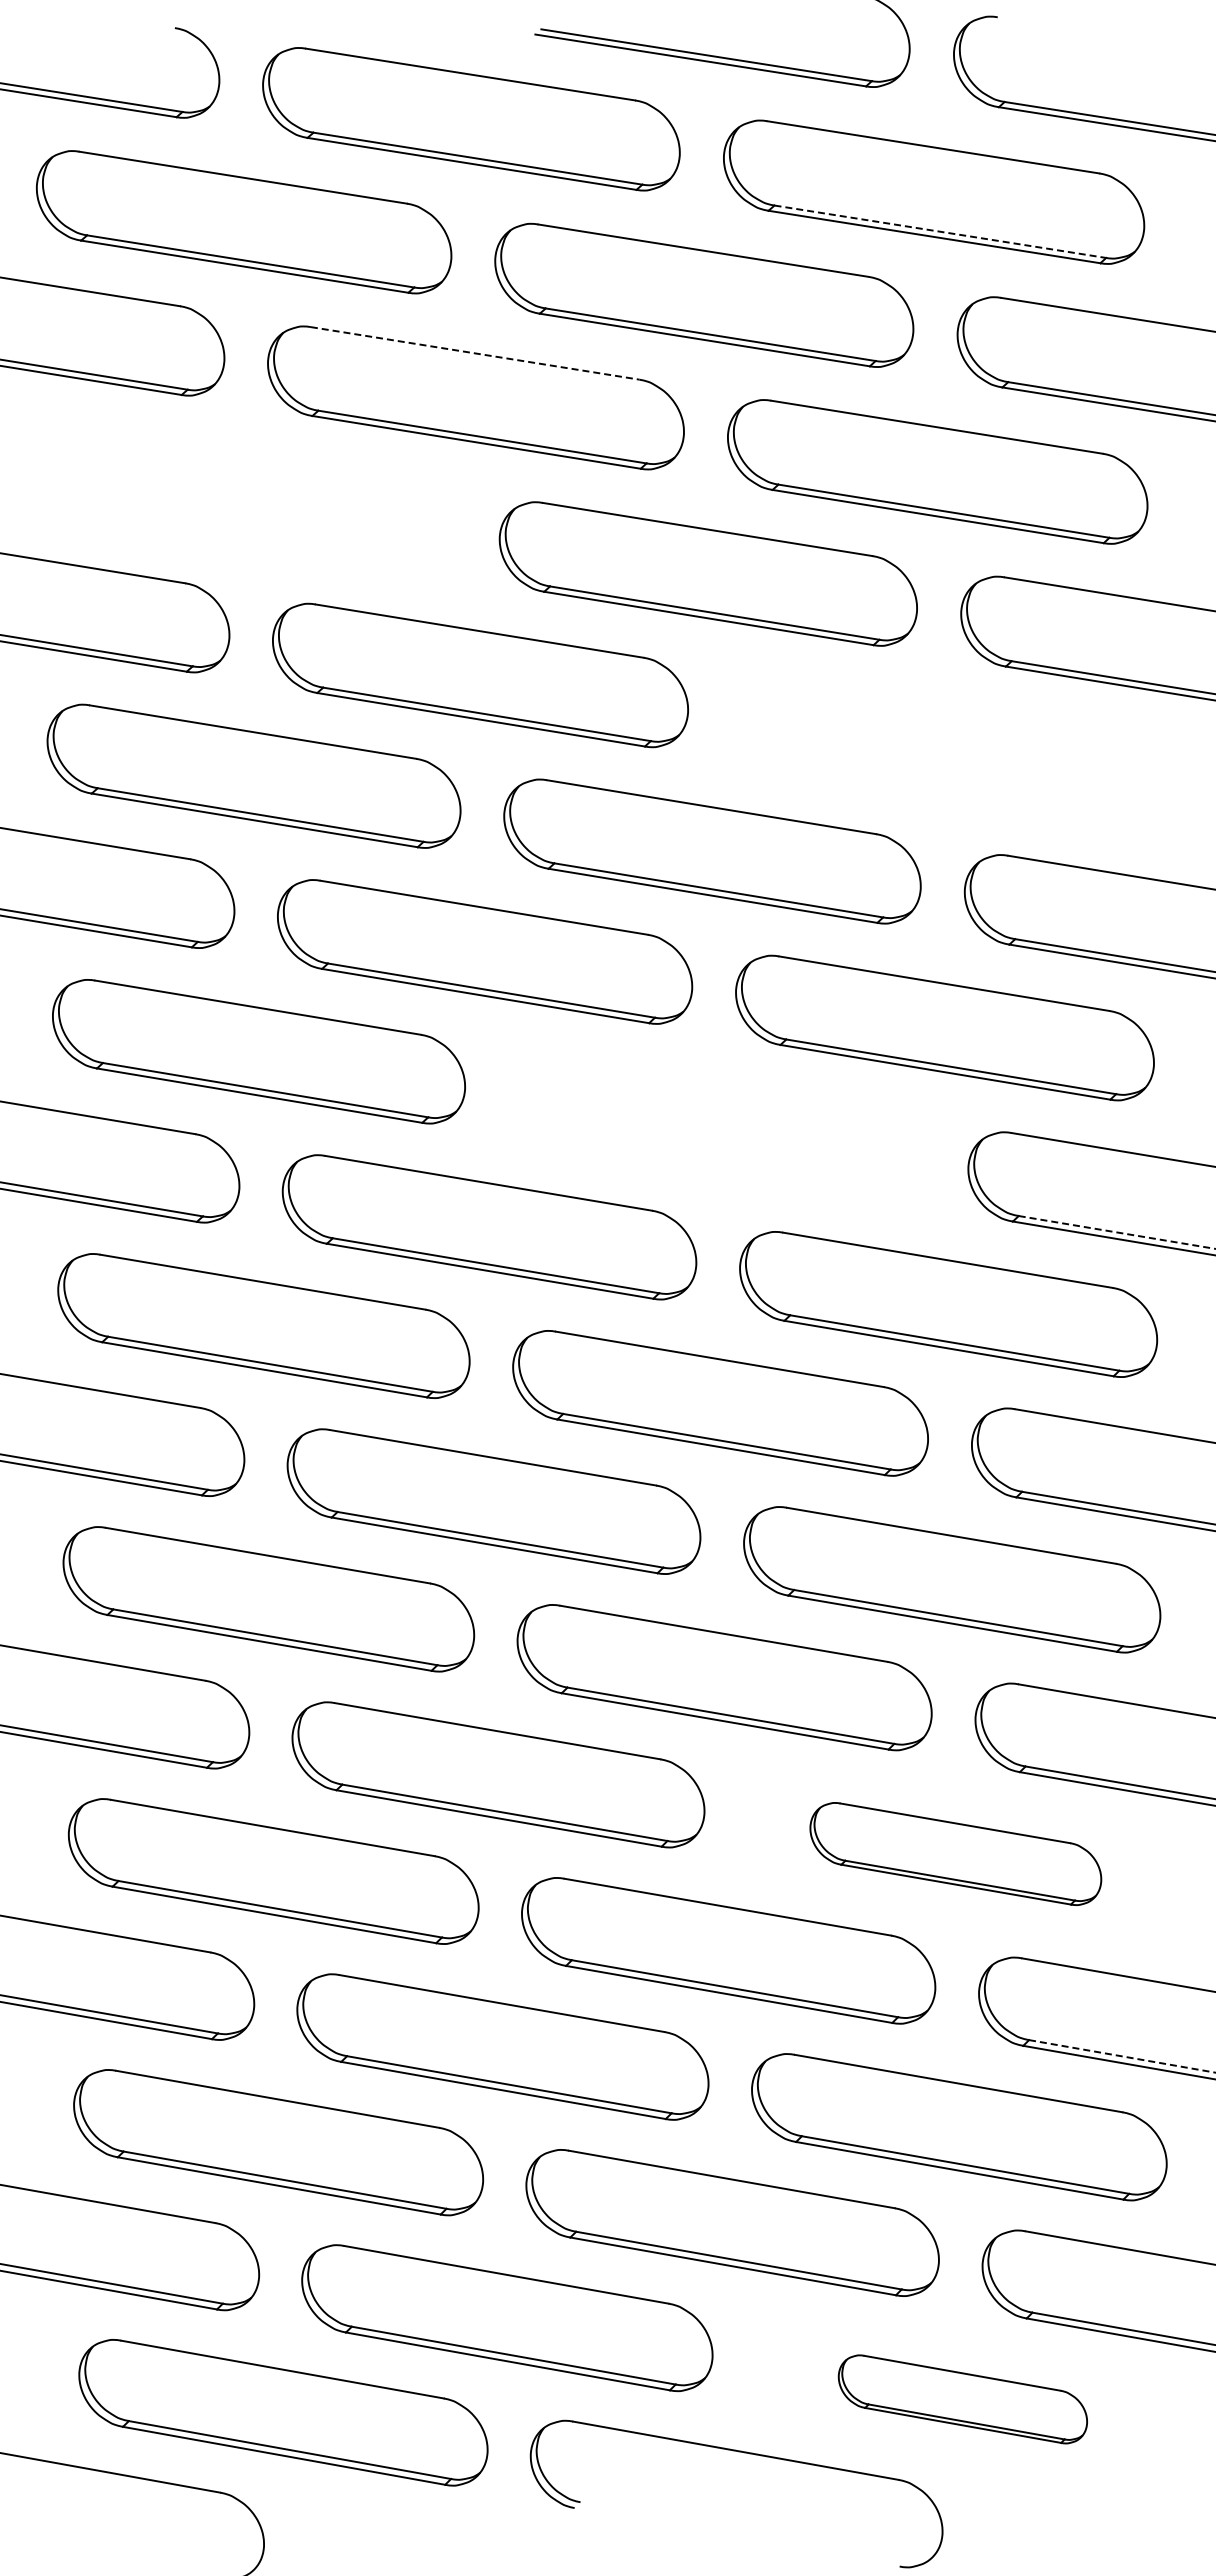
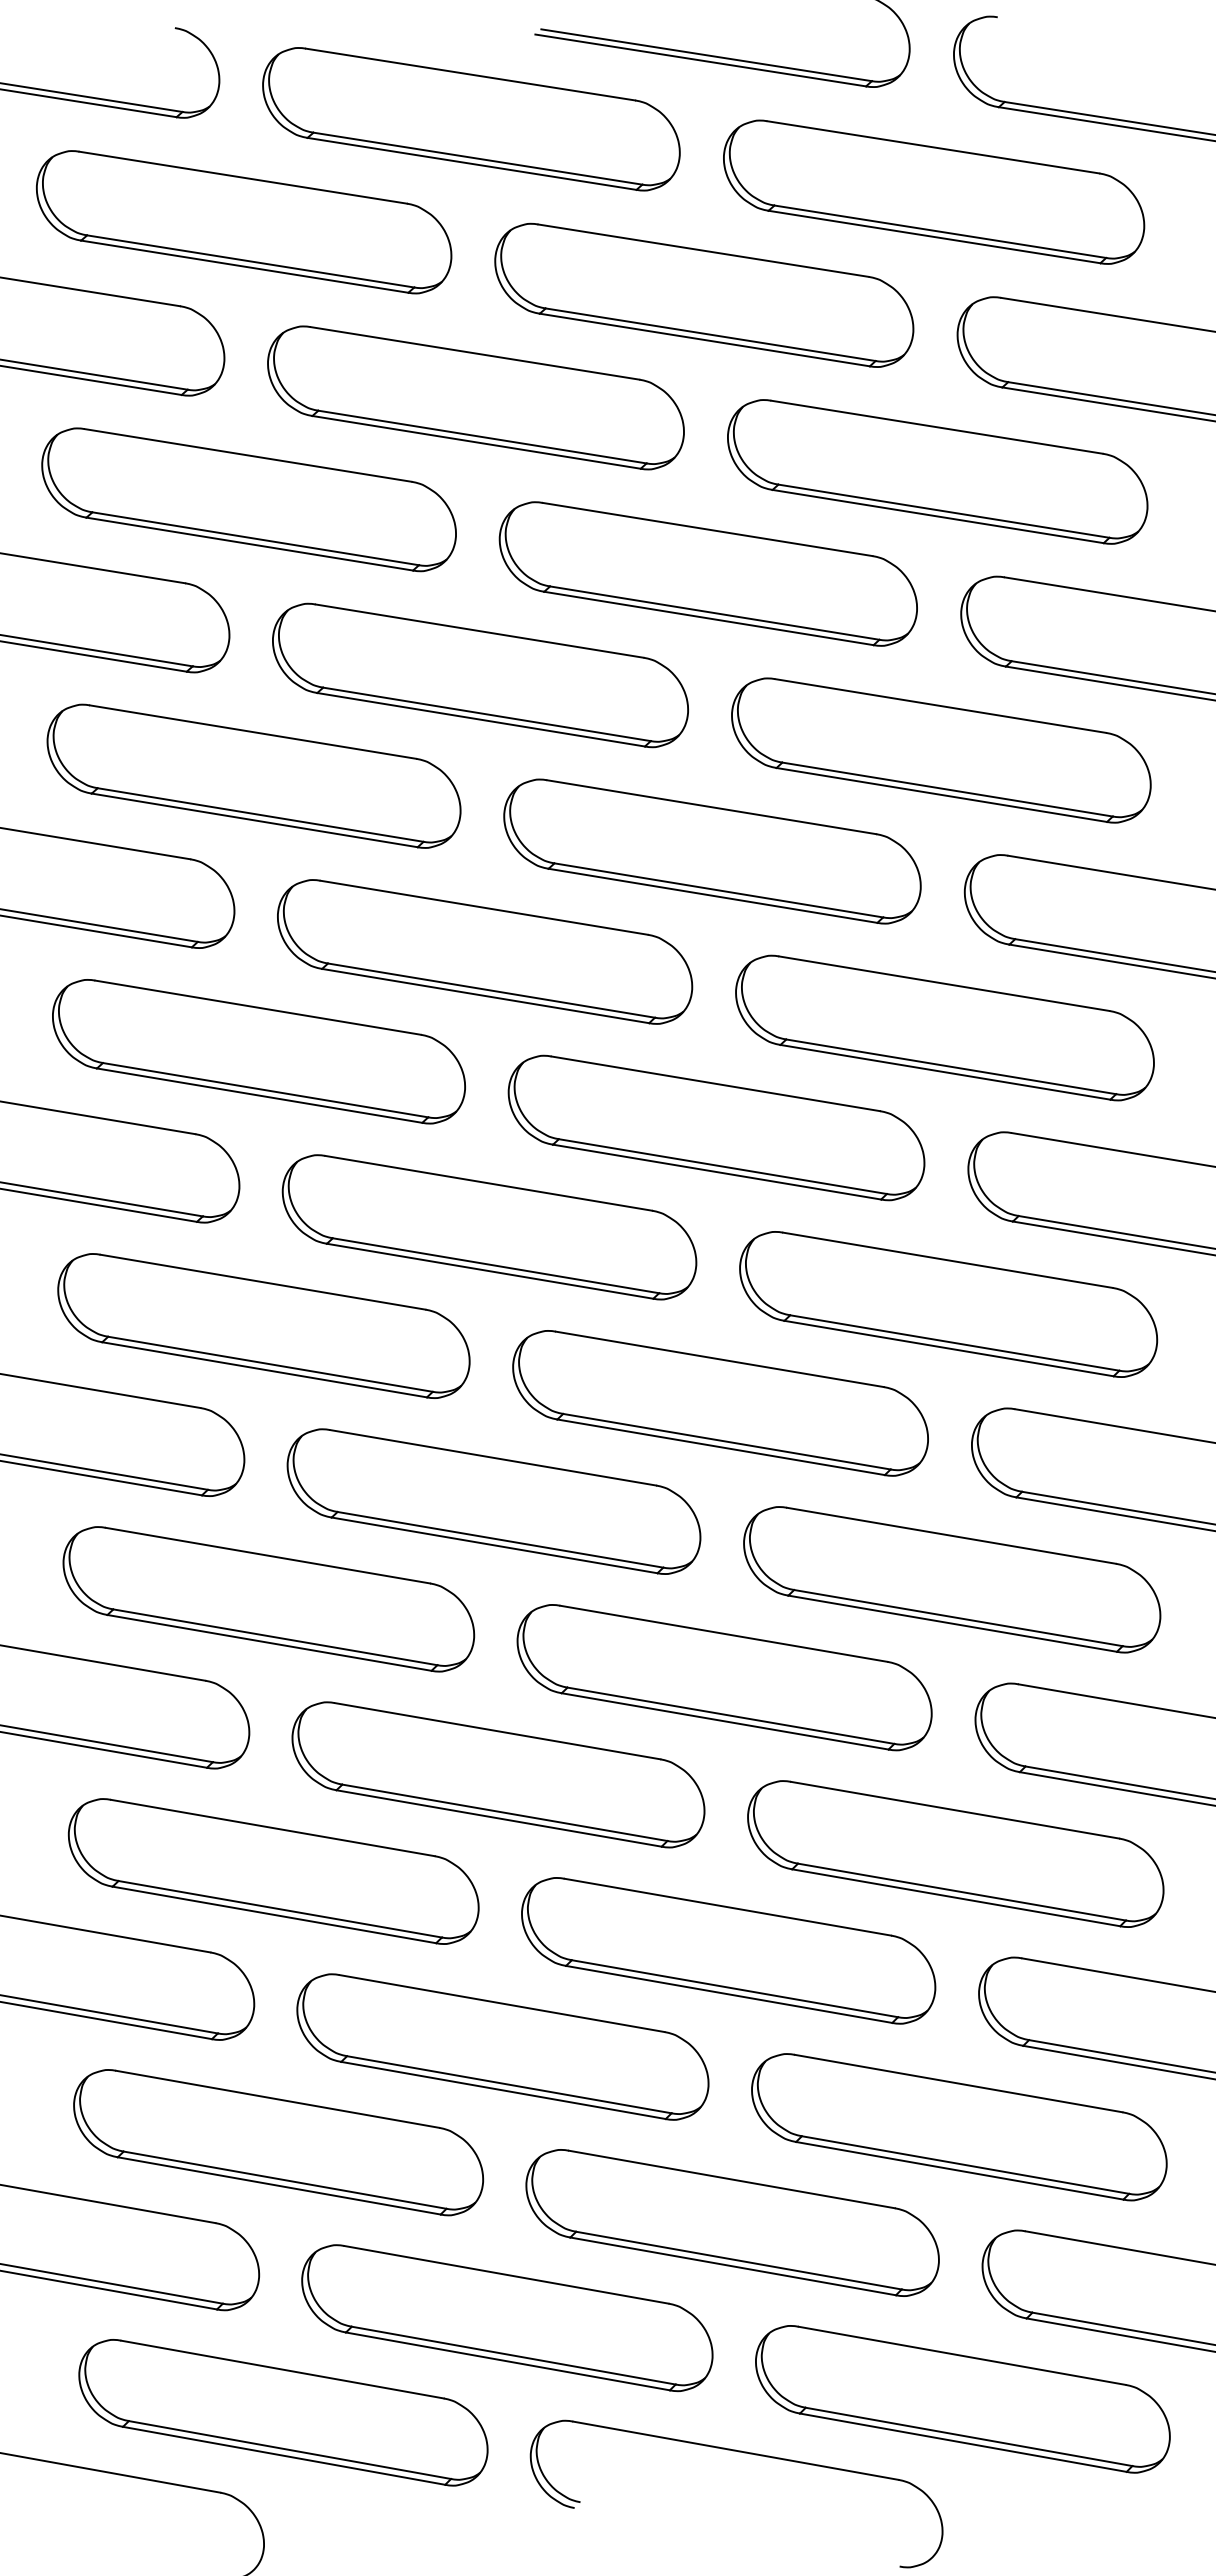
line at (940, 231): dashed -> solid
line at (475, 353): dashed -> solid
part at (248, 499): none -> present
part at (941, 750): none -> present
part at (716, 1127): none -> present
line at (1117, 1232): dashed -> solid
part at (955, 1853) size: 294x104 px -> 418x148 px
line at (1122, 2056): dashed -> solid
part at (962, 2399) size: 251x91 px -> 416x149 px
